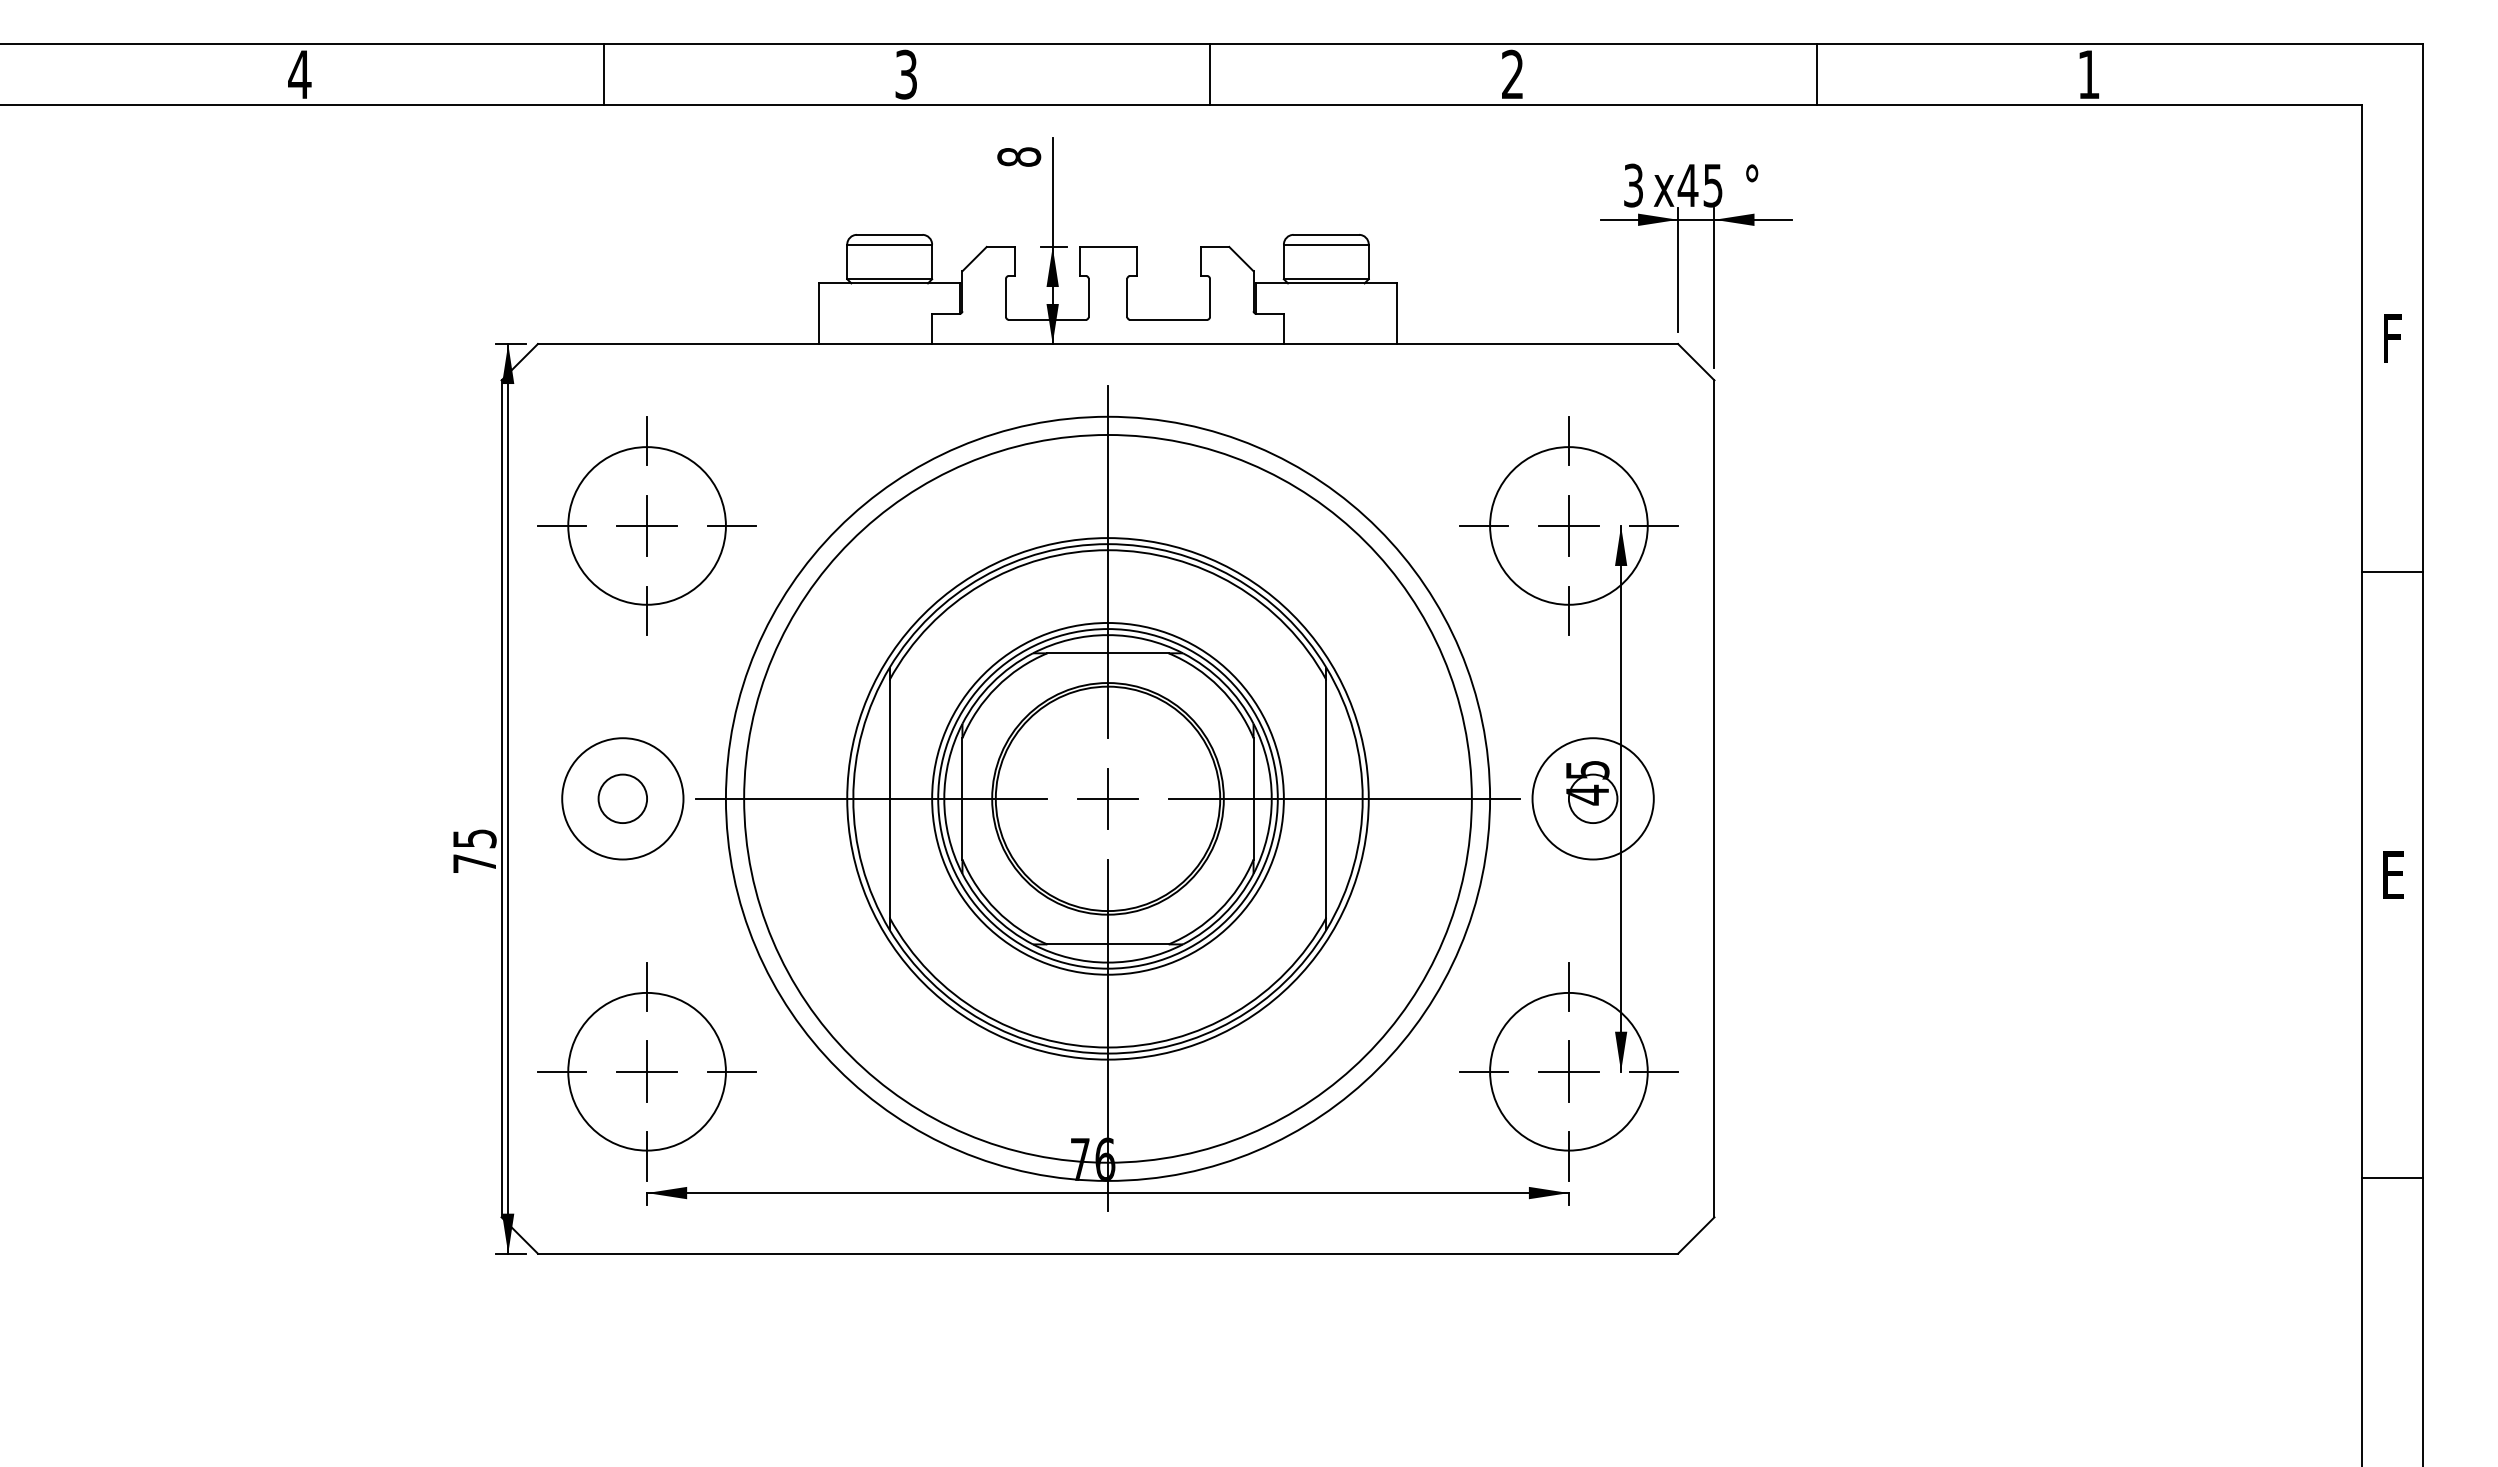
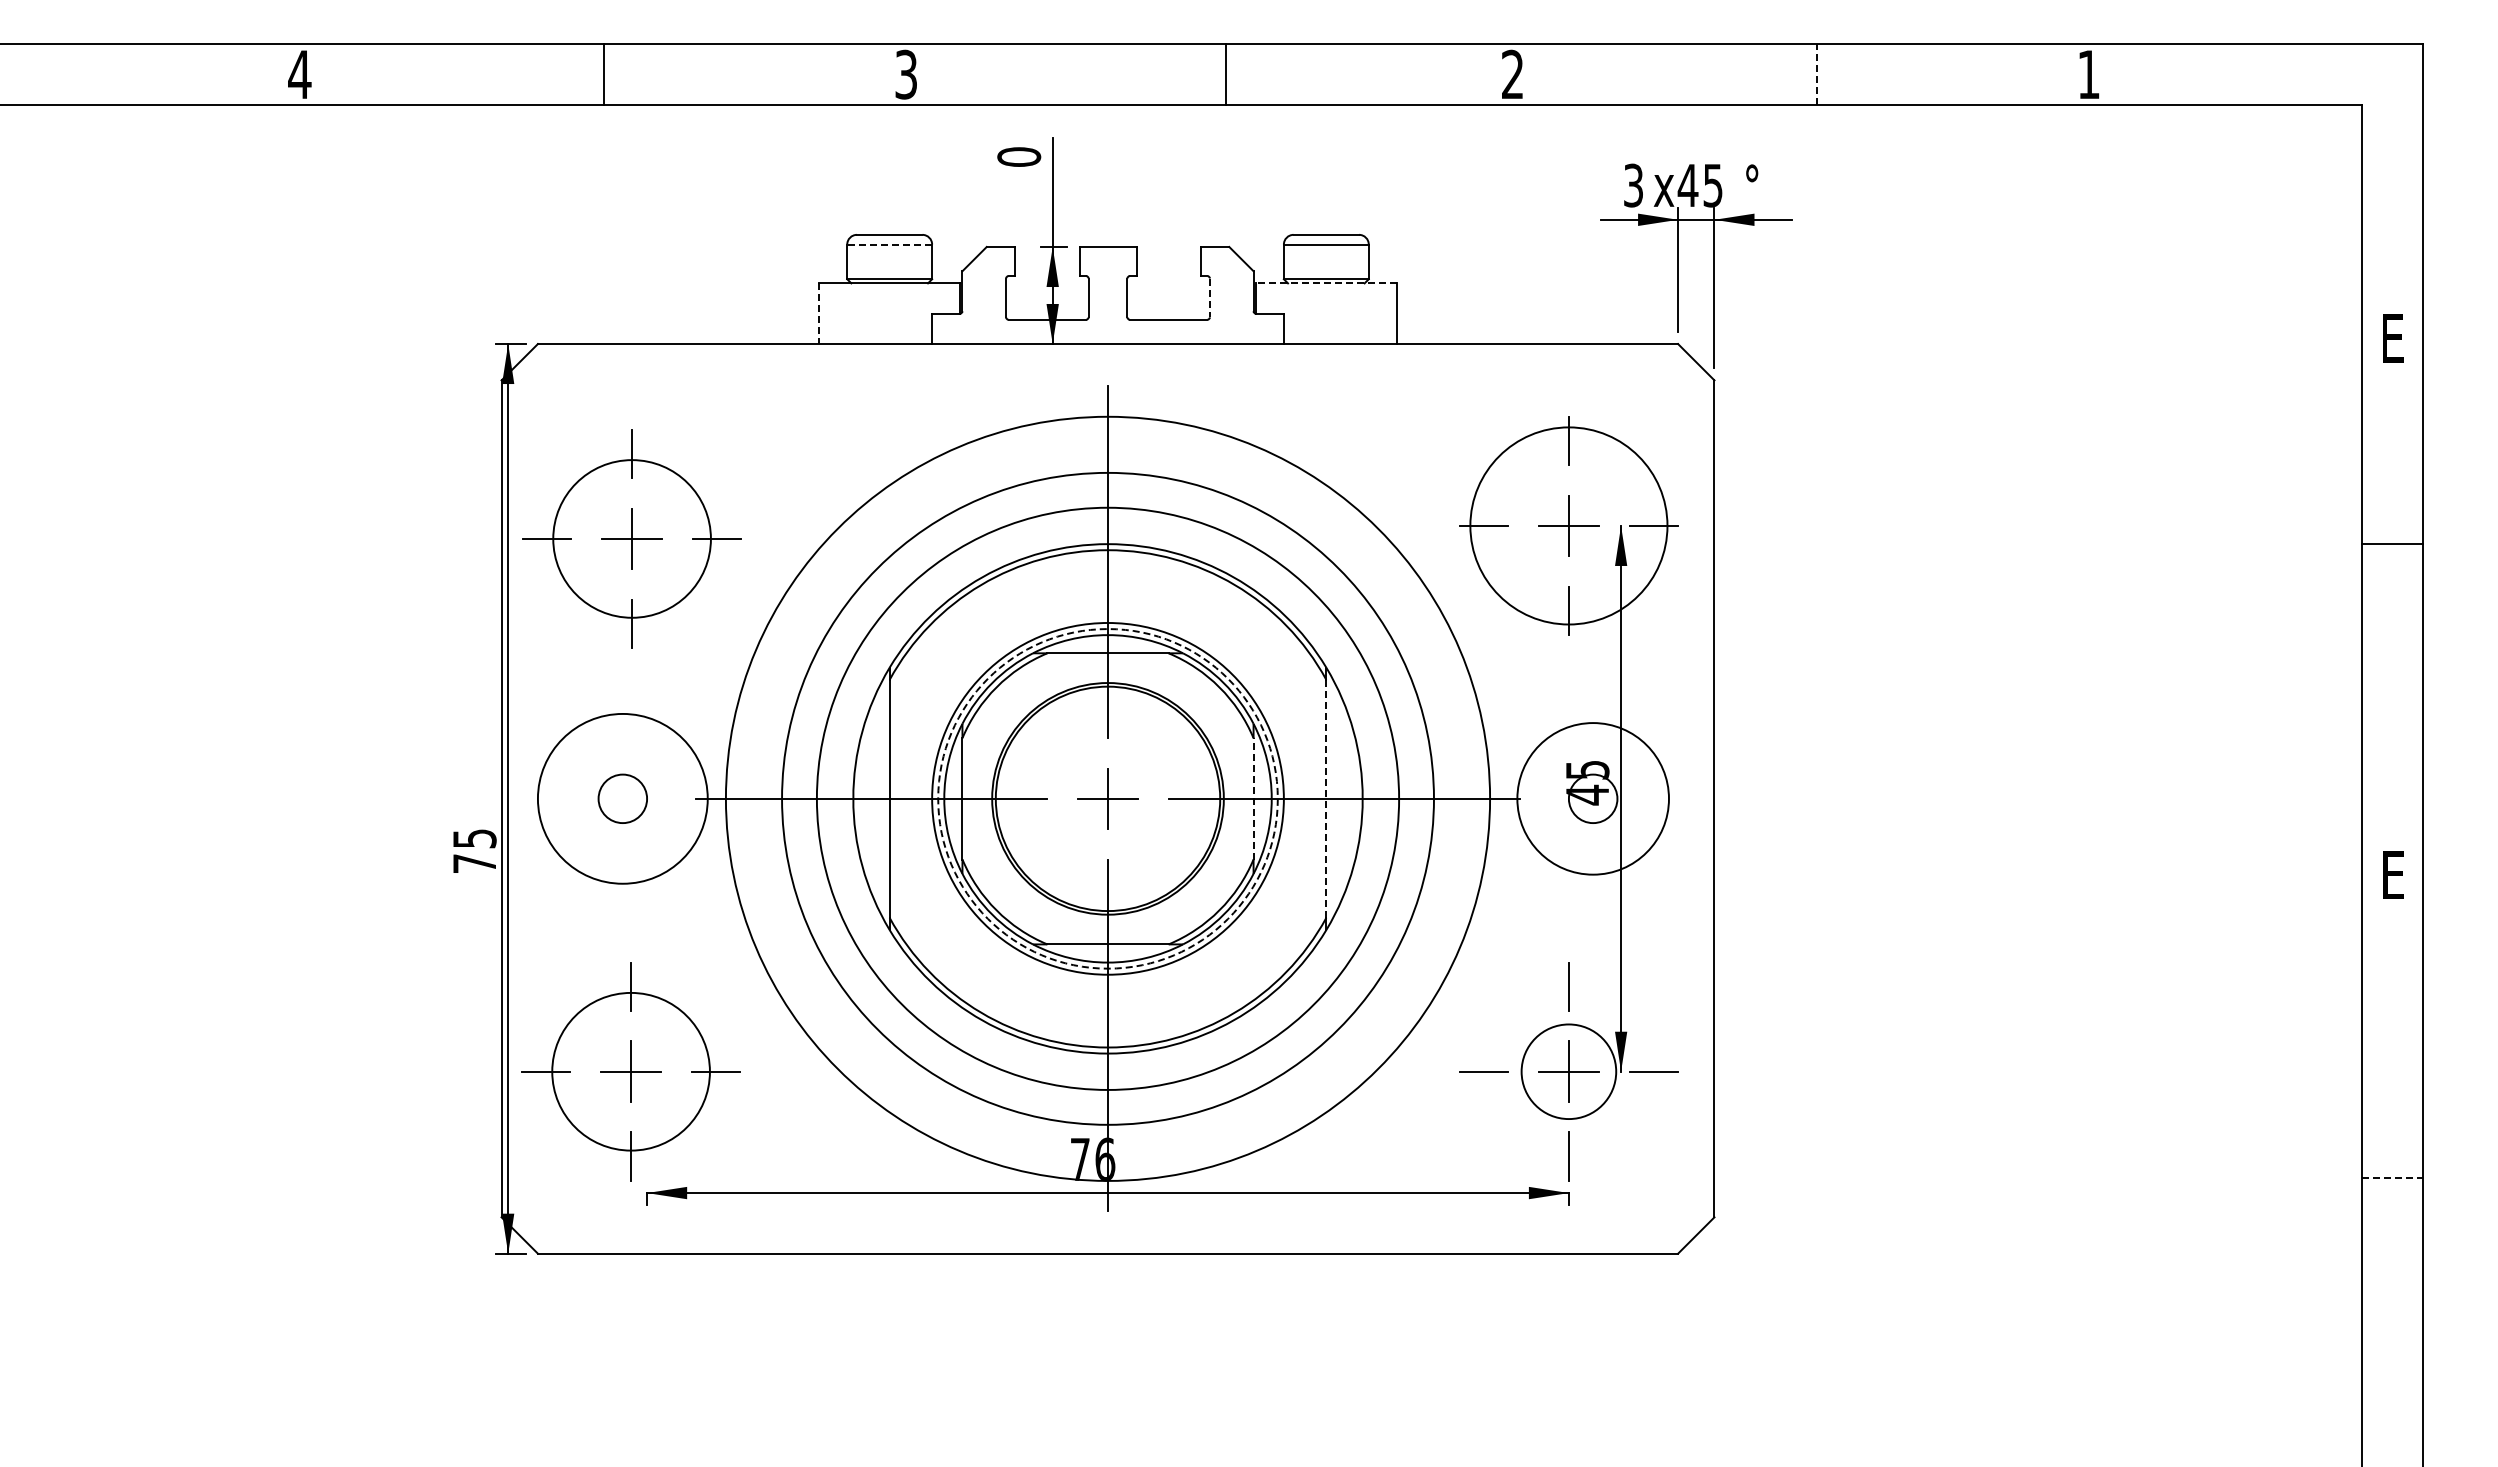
line at (1210, 74) position: (1210, 74) -> (1226, 74)
line at (1816, 74): solid -> dashed
text at (1018, 156): 8 -> 0
line at (889, 244): solid -> dashed
line at (1325, 283): solid -> dashed
line at (1209, 298): solid -> dashed
line at (819, 314): solid -> dashed
text at (2393, 338): F -> E
part at (646, 525) position: (646, 525) -> (631, 538)
circle at (1568, 525) diameter: 158 px -> 197 px
line at (2392, 571) position: (2392, 571) -> (2392, 543)
circle at (622, 798) diameter: 121 px -> 170 px
circle at (1107, 798) diameter: 522 px -> 652 px
circle at (1107, 798) diameter: 728 px -> 582 px
circle at (1107, 798): solid -> dashed
line at (1253, 798): solid -> dashed
line at (1326, 798): solid -> dashed
circle at (1592, 798) diameter: 121 px -> 152 px
part at (646, 1071) position: (646, 1071) -> (630, 1071)
circle at (1568, 1071) diameter: 158 px -> 95 px
line at (2393, 1178): solid -> dashed
